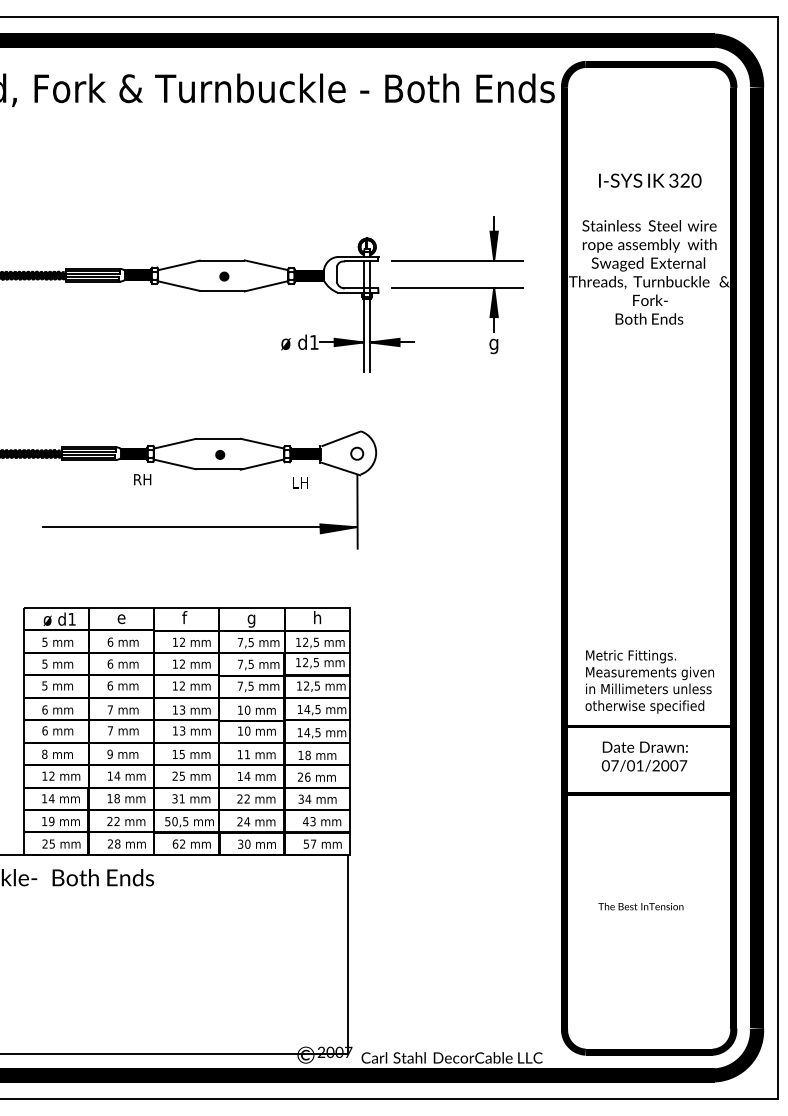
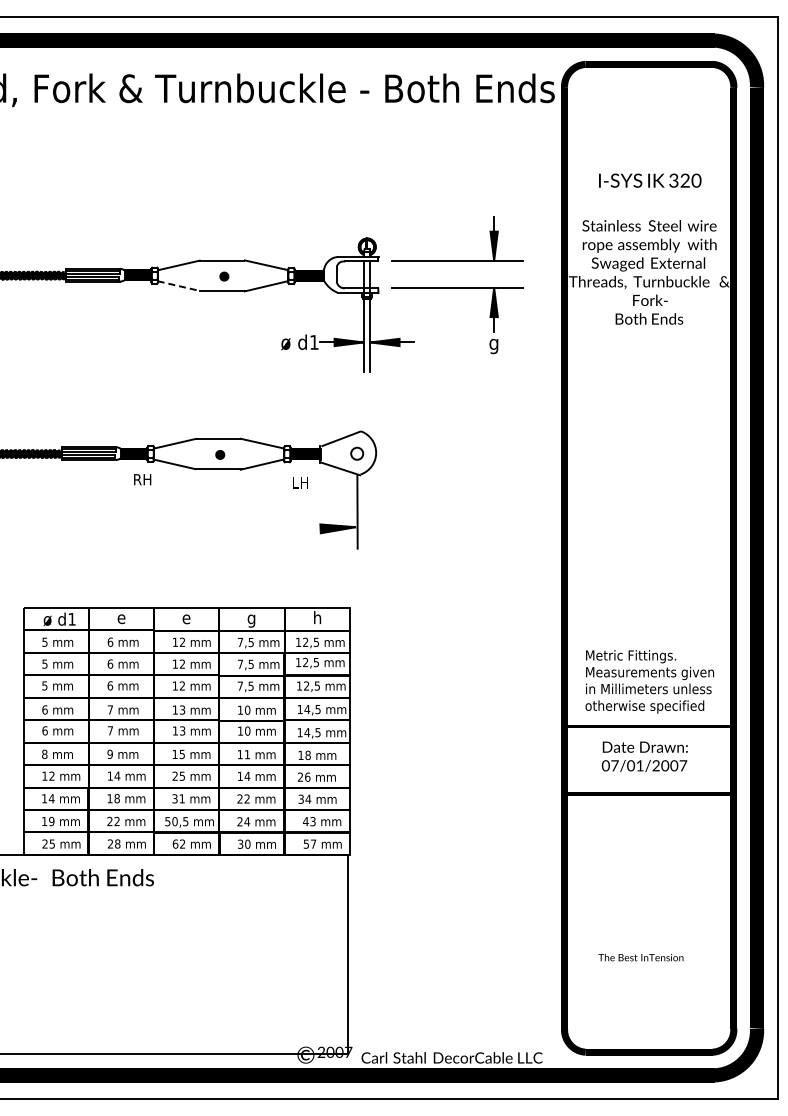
line at (178, 286): solid -> dashed
line at (199, 527): present -> none
text at (186, 617): f -> e
text at (640, 906) position: (640, 906) -> (640, 957)
